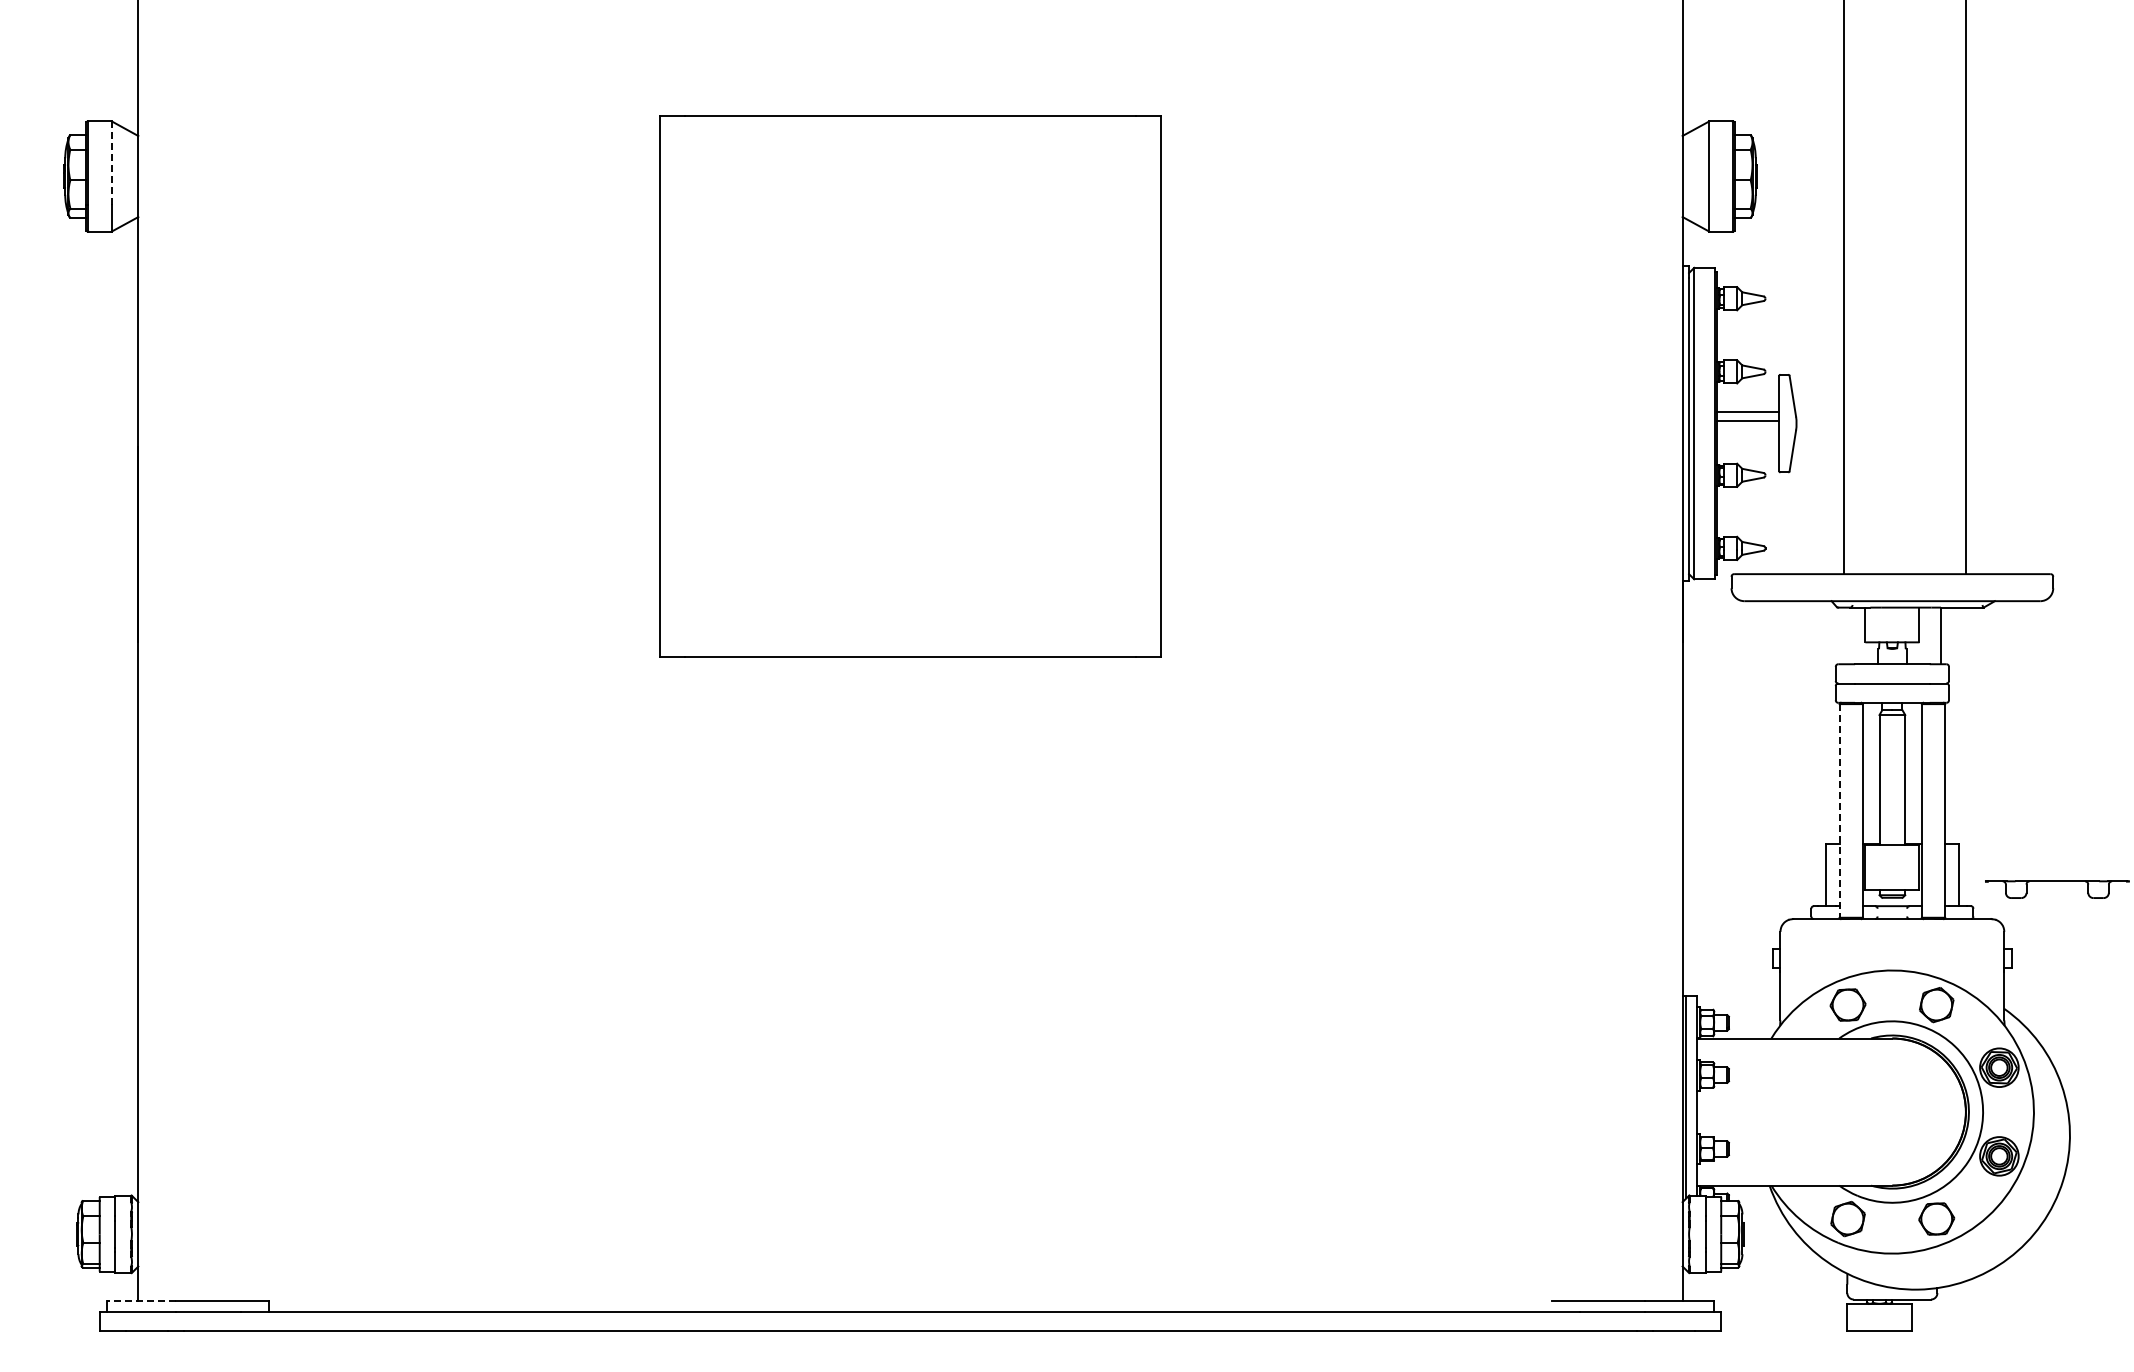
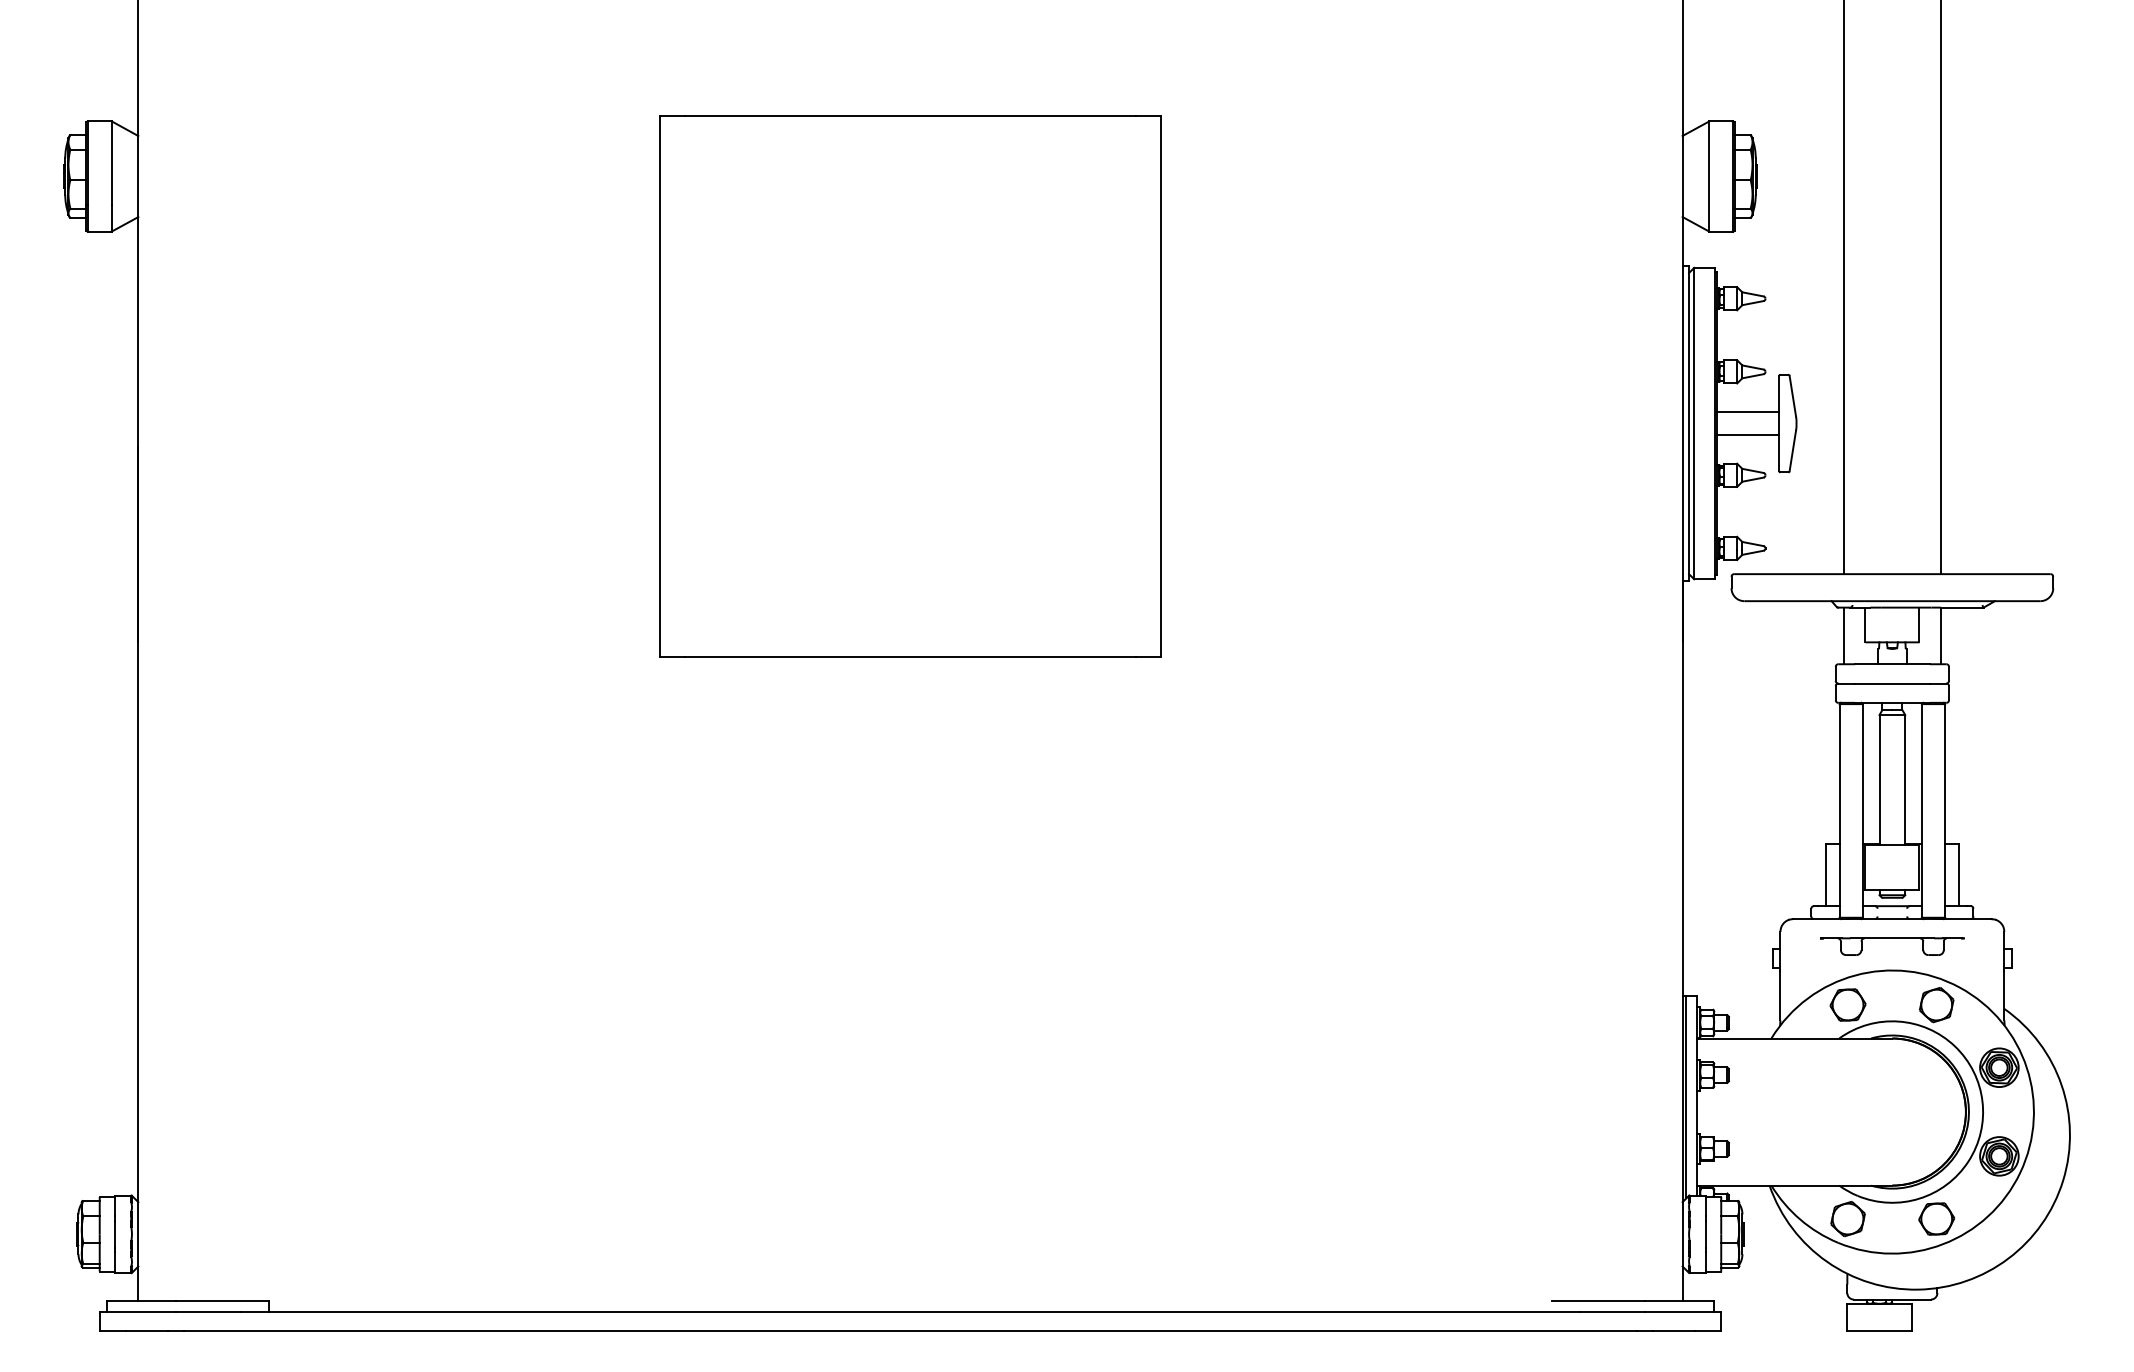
line at (111, 163): dashed -> solid
line at (1965, 288) position: (1965, 288) -> (1940, 288)
line at (1748, 421) position: (1748, 421) -> (1748, 435)
line at (1844, 635): none -> present
line at (1839, 810): dashed -> solid
part at (2057, 881) position: (2057, 881) -> (1892, 938)
line at (141, 1301): dashed -> solid
